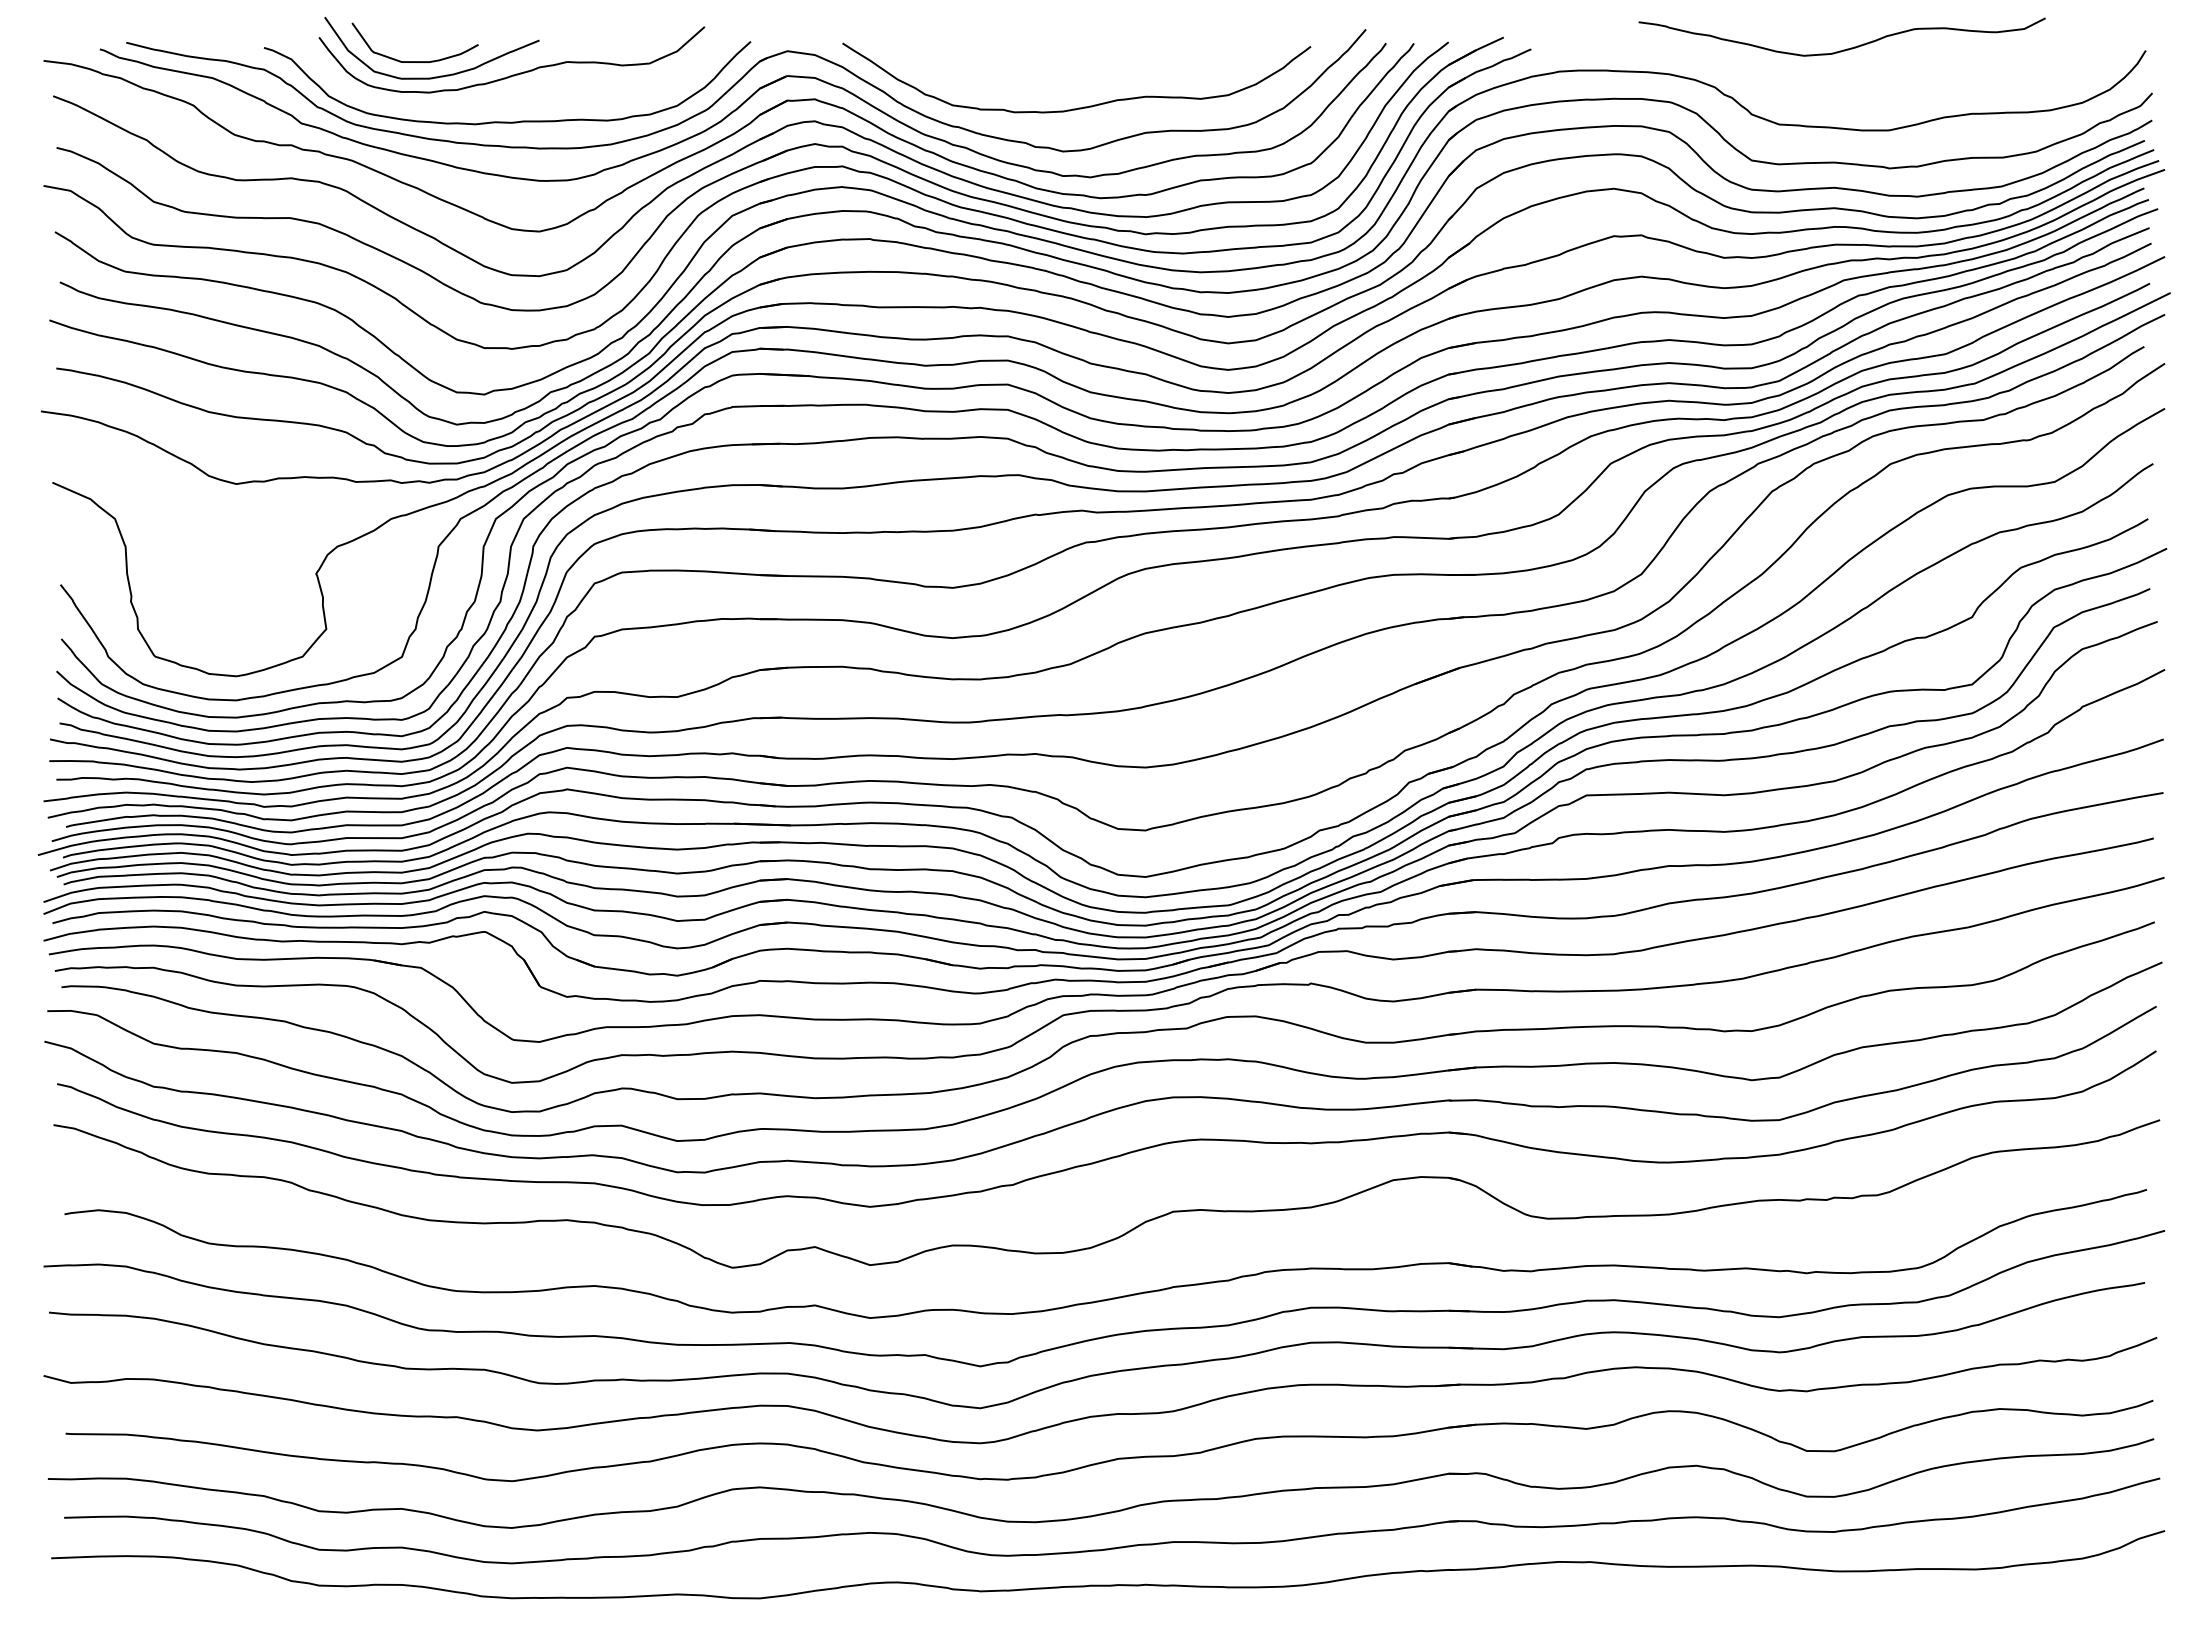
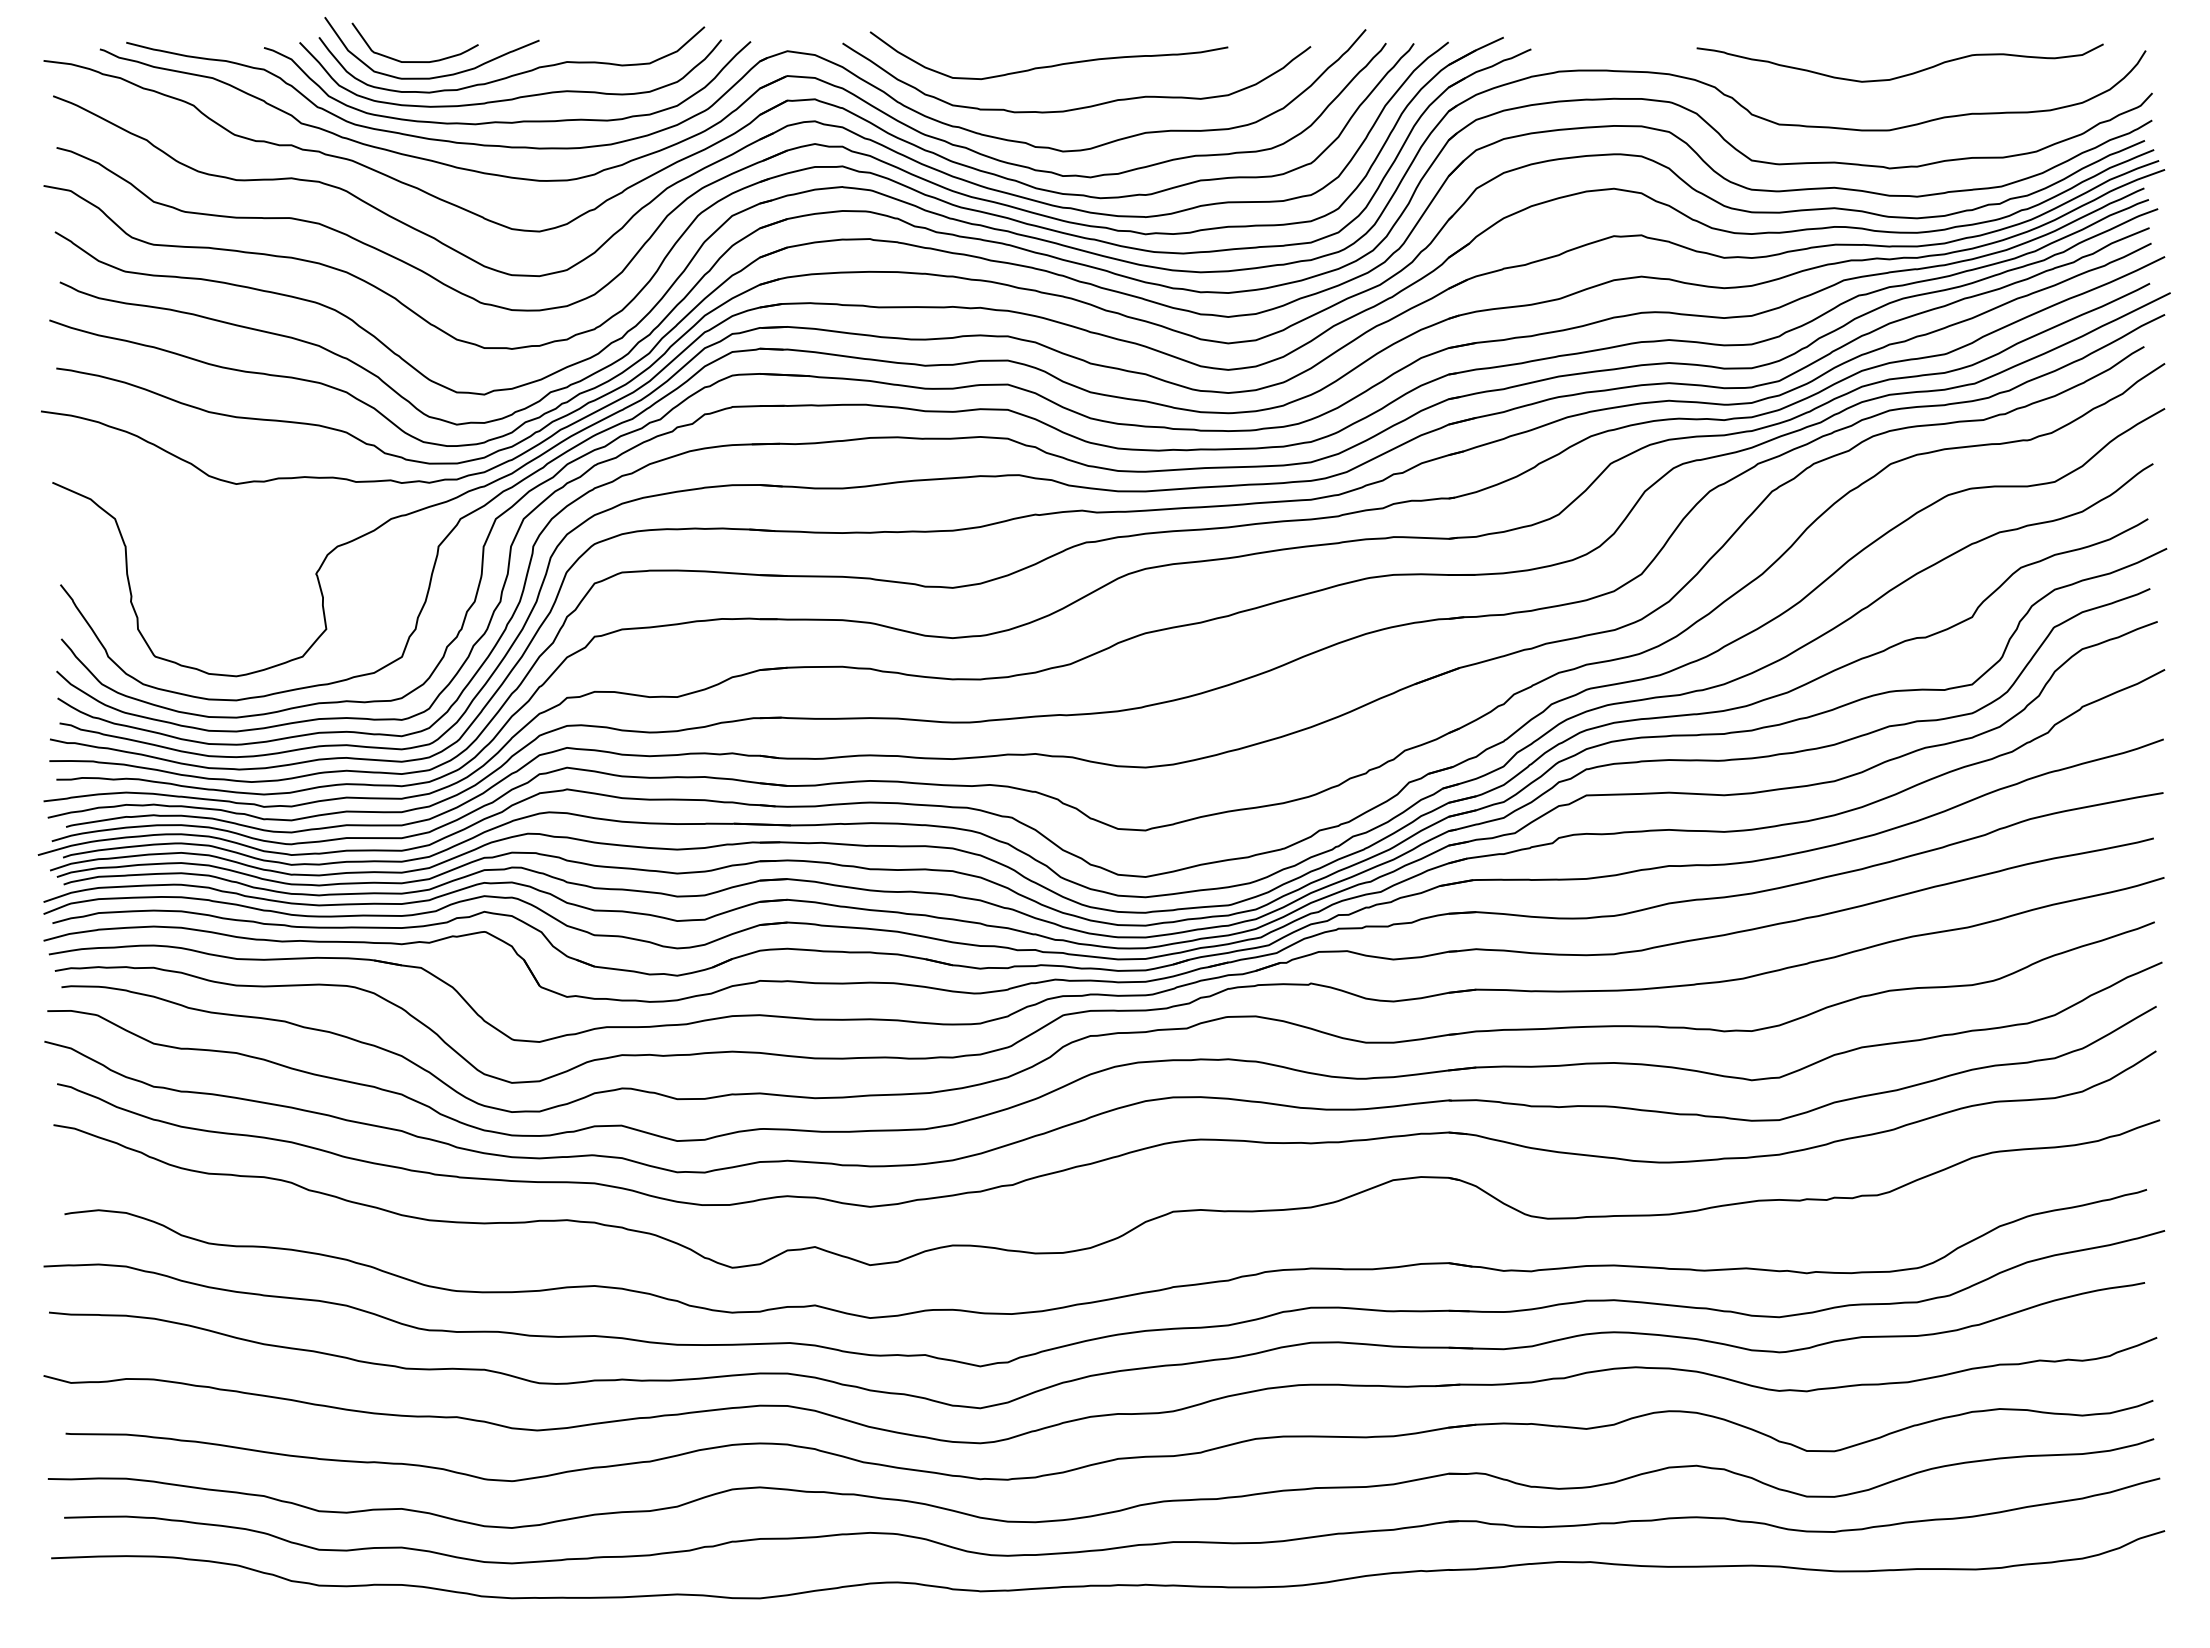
curve at (1843, 49) position: (1843, 49) -> (1901, 75)
curve at (1048, 65): none -> present
curve at (514, 97): none -> present
